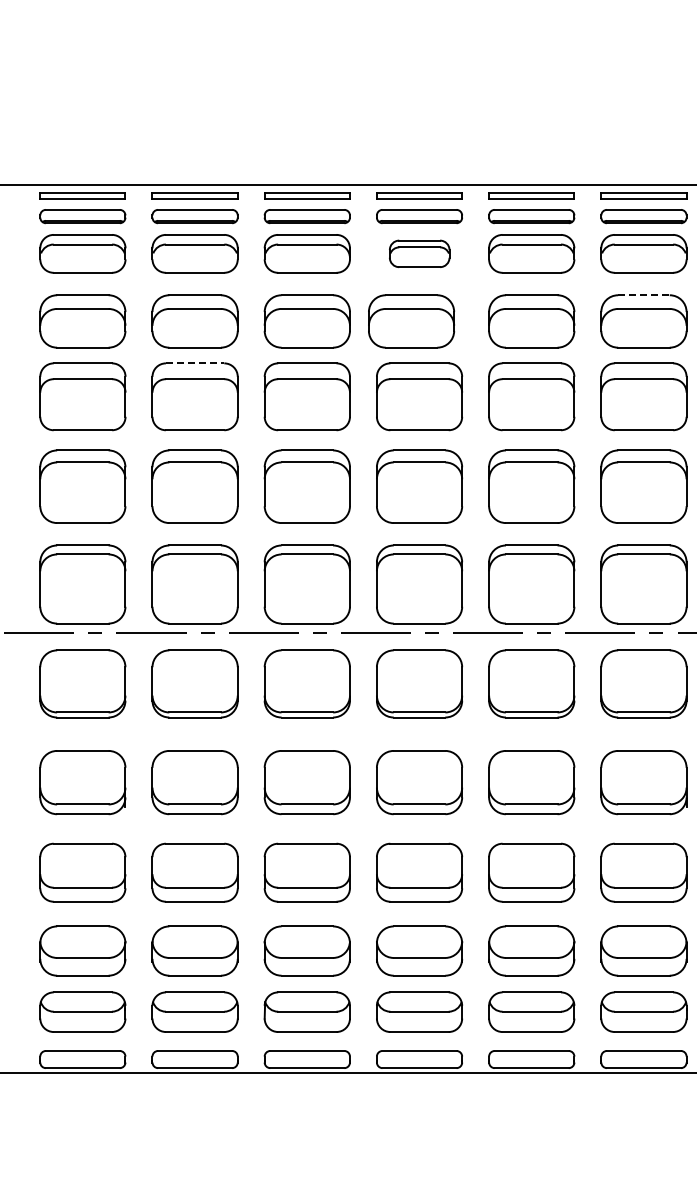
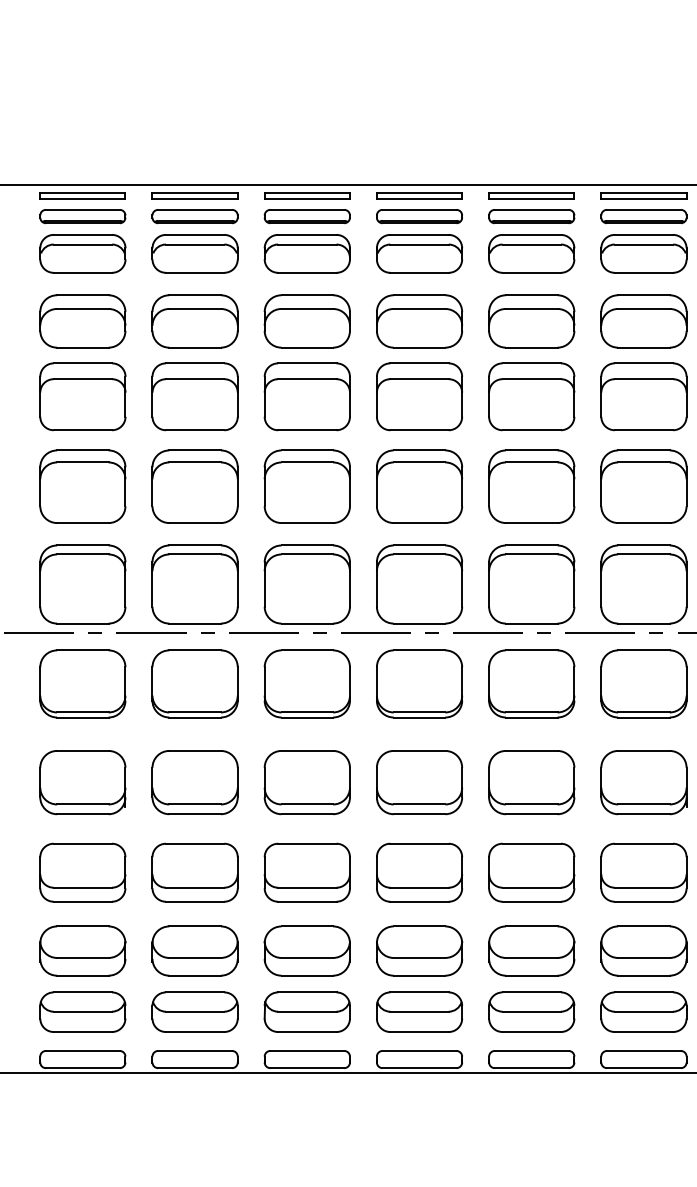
part at (419, 253) size: 62x29 px -> 88x40 px
line at (643, 295): dashed -> solid
part at (411, 321) position: (411, 321) -> (419, 321)
line at (195, 363): dashed -> solid
